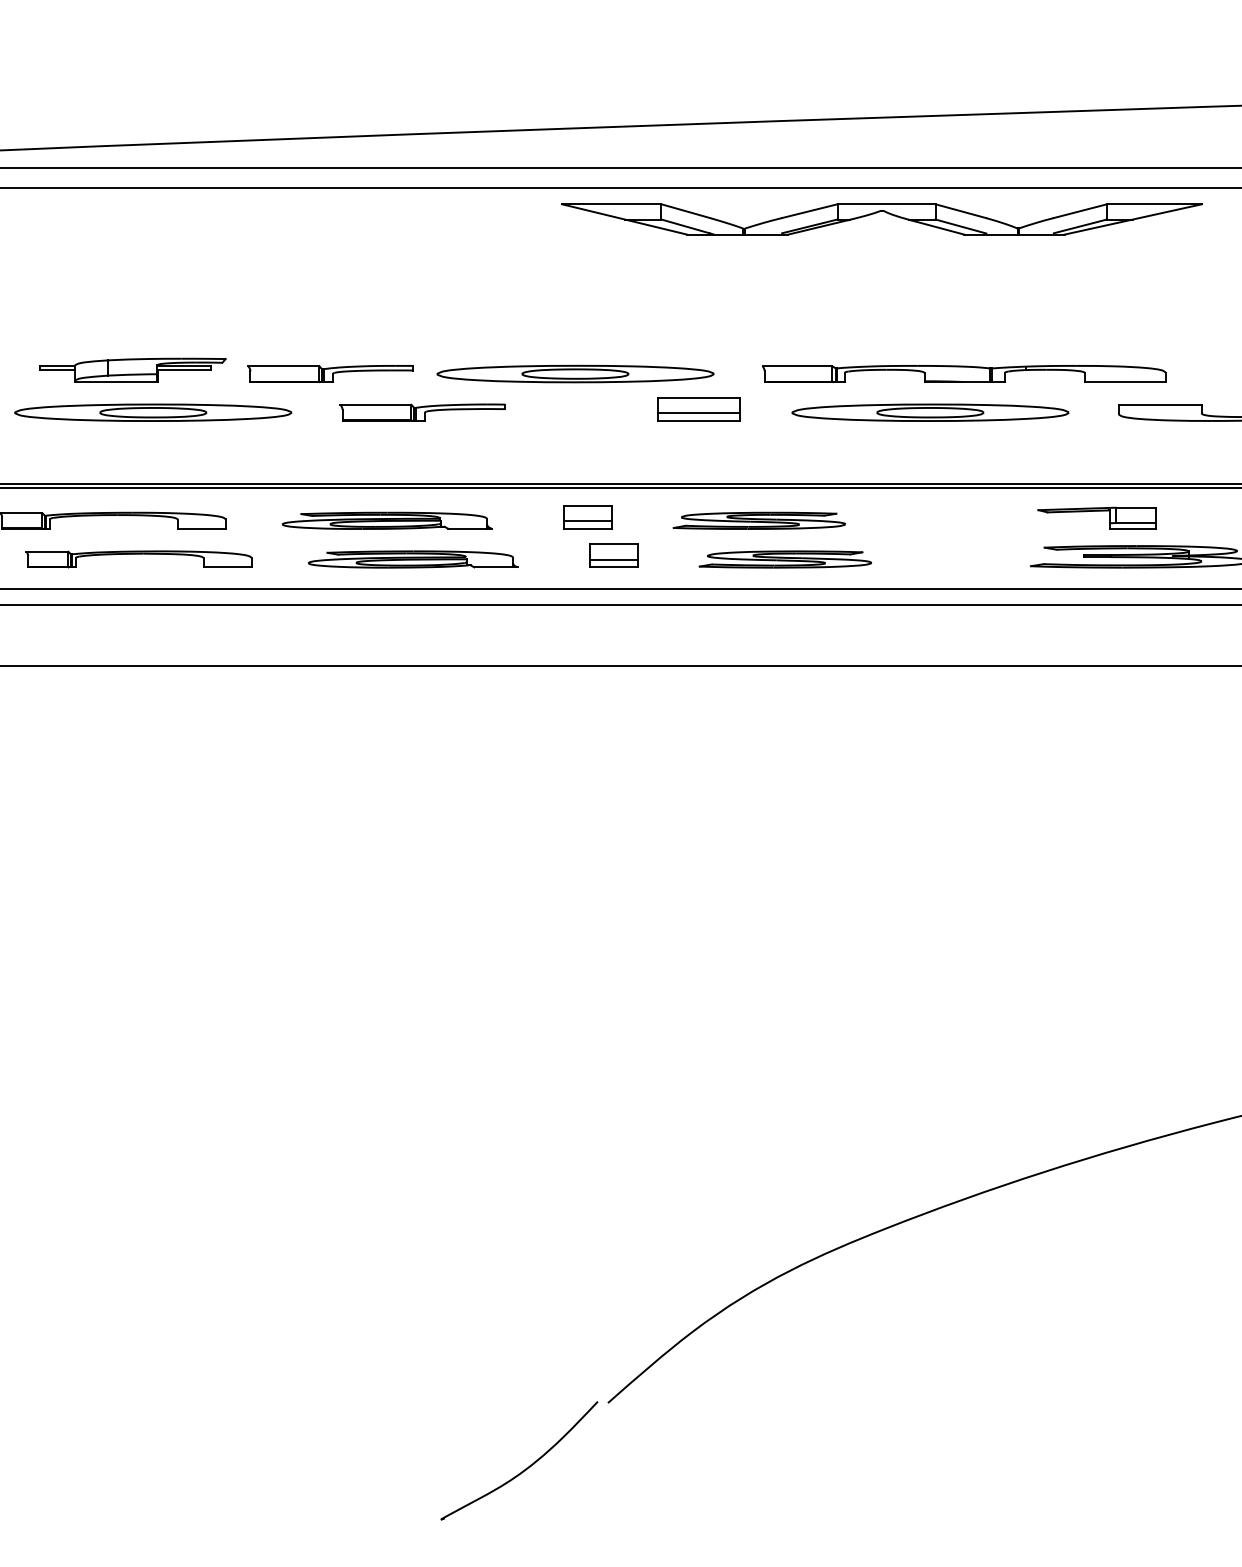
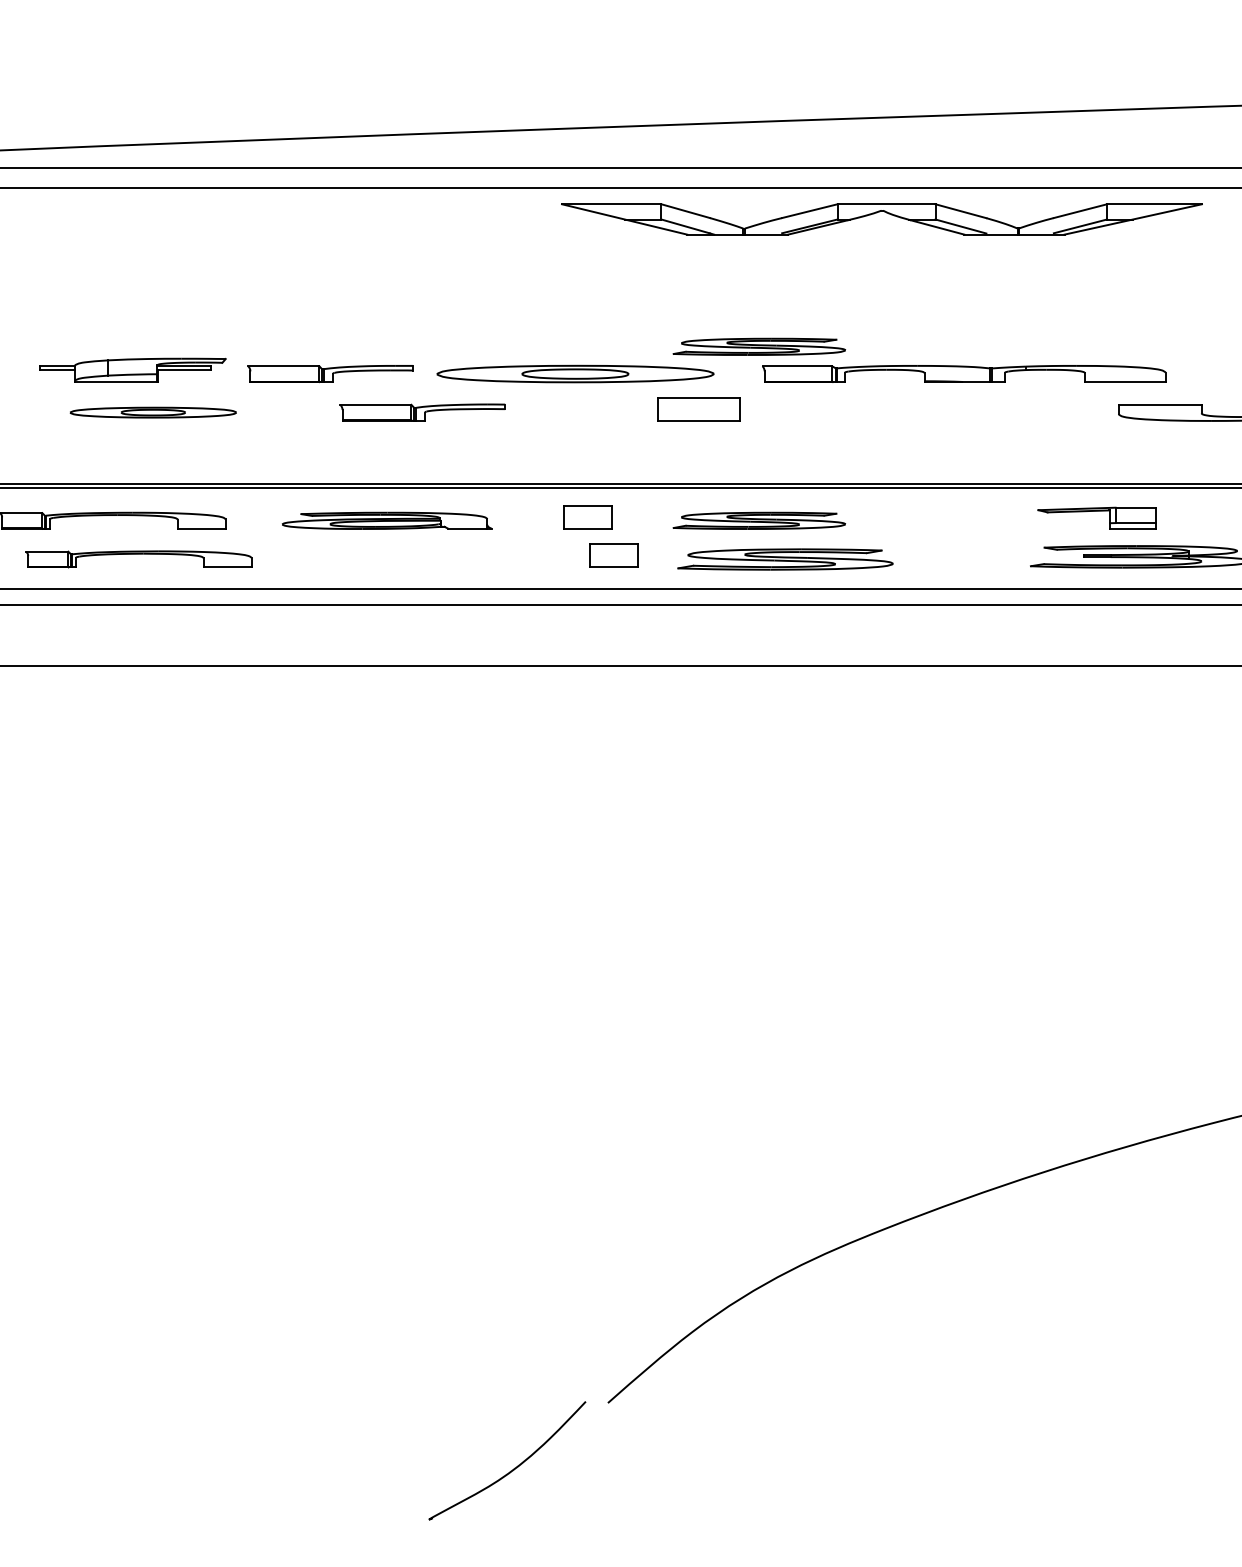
part at (758, 346): none -> present
part at (153, 412) size: 279x19 px -> 168x13 px
part at (930, 412): present -> none
line at (698, 413): present -> none
line at (587, 521): present -> none
part at (412, 559): present -> none
line at (613, 559): present -> none
part at (785, 559) size: 175x19 px -> 217x23 px
curve at (526, 1467) position: (526, 1467) -> (514, 1467)
